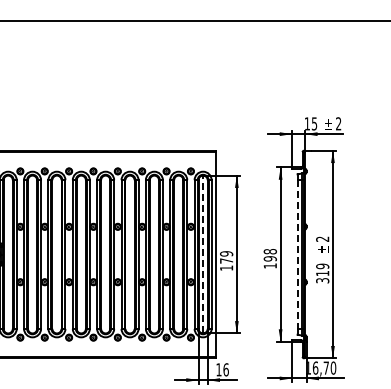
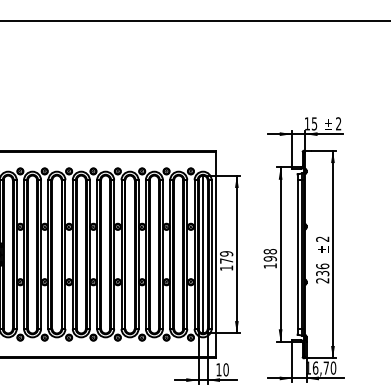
line at (203, 254): dashed -> solid
line at (297, 255): dashed -> solid
text at (322, 273): 319 -> 236
text at (225, 369): 16 -> 10
